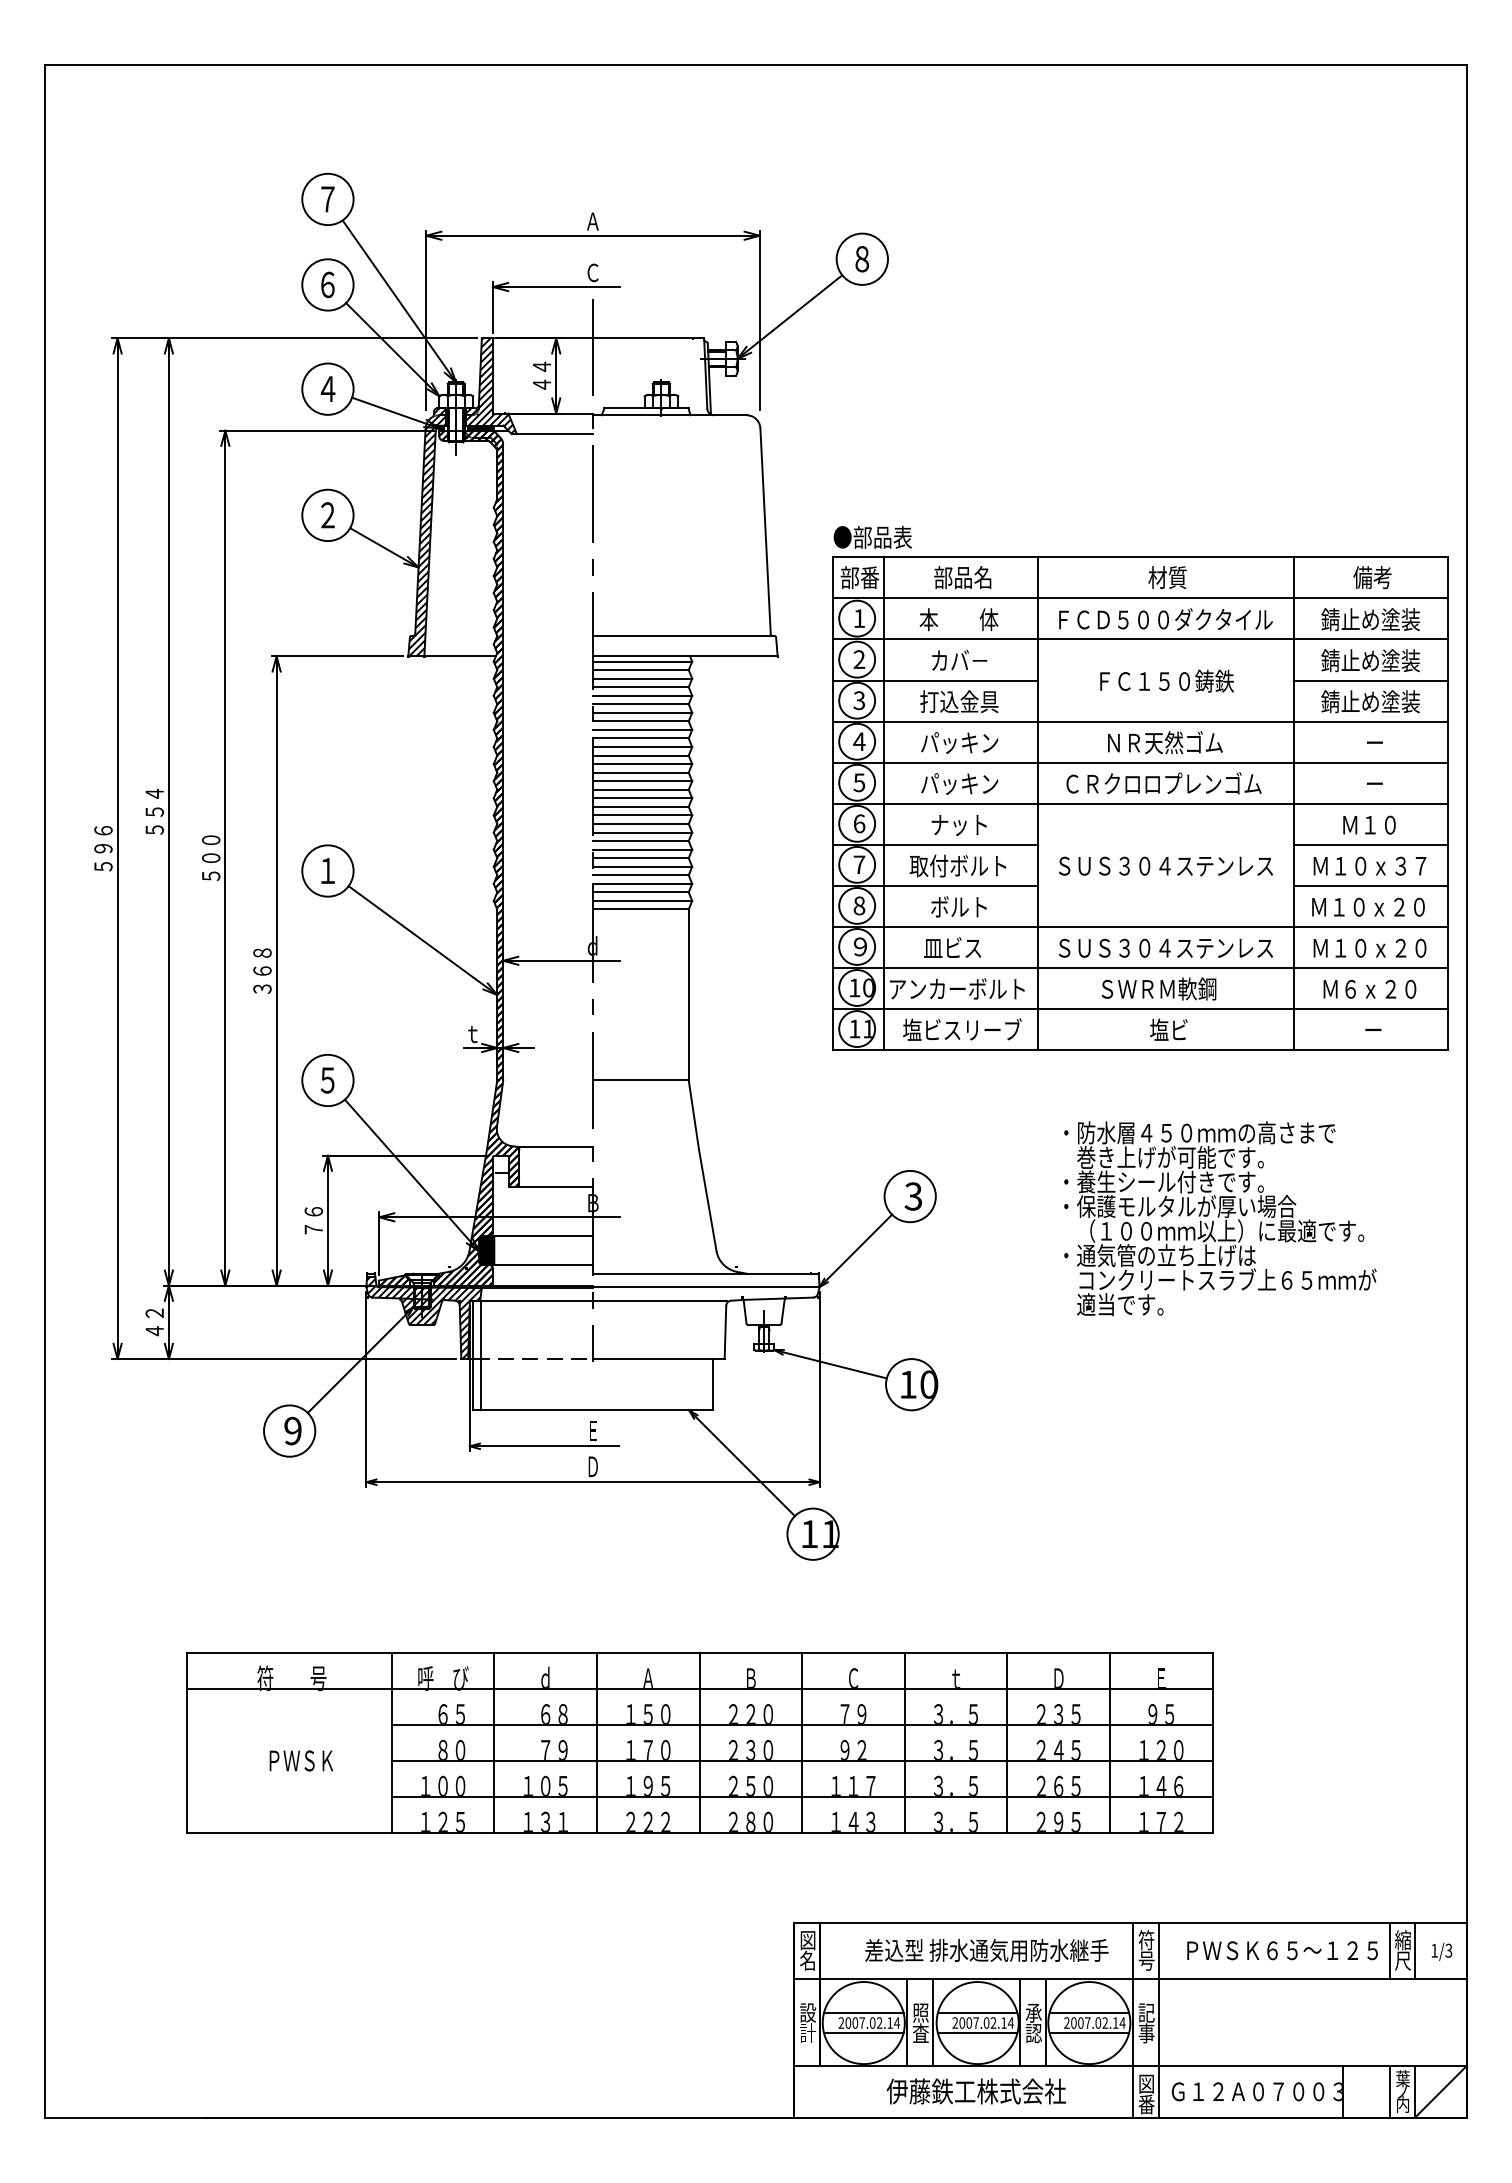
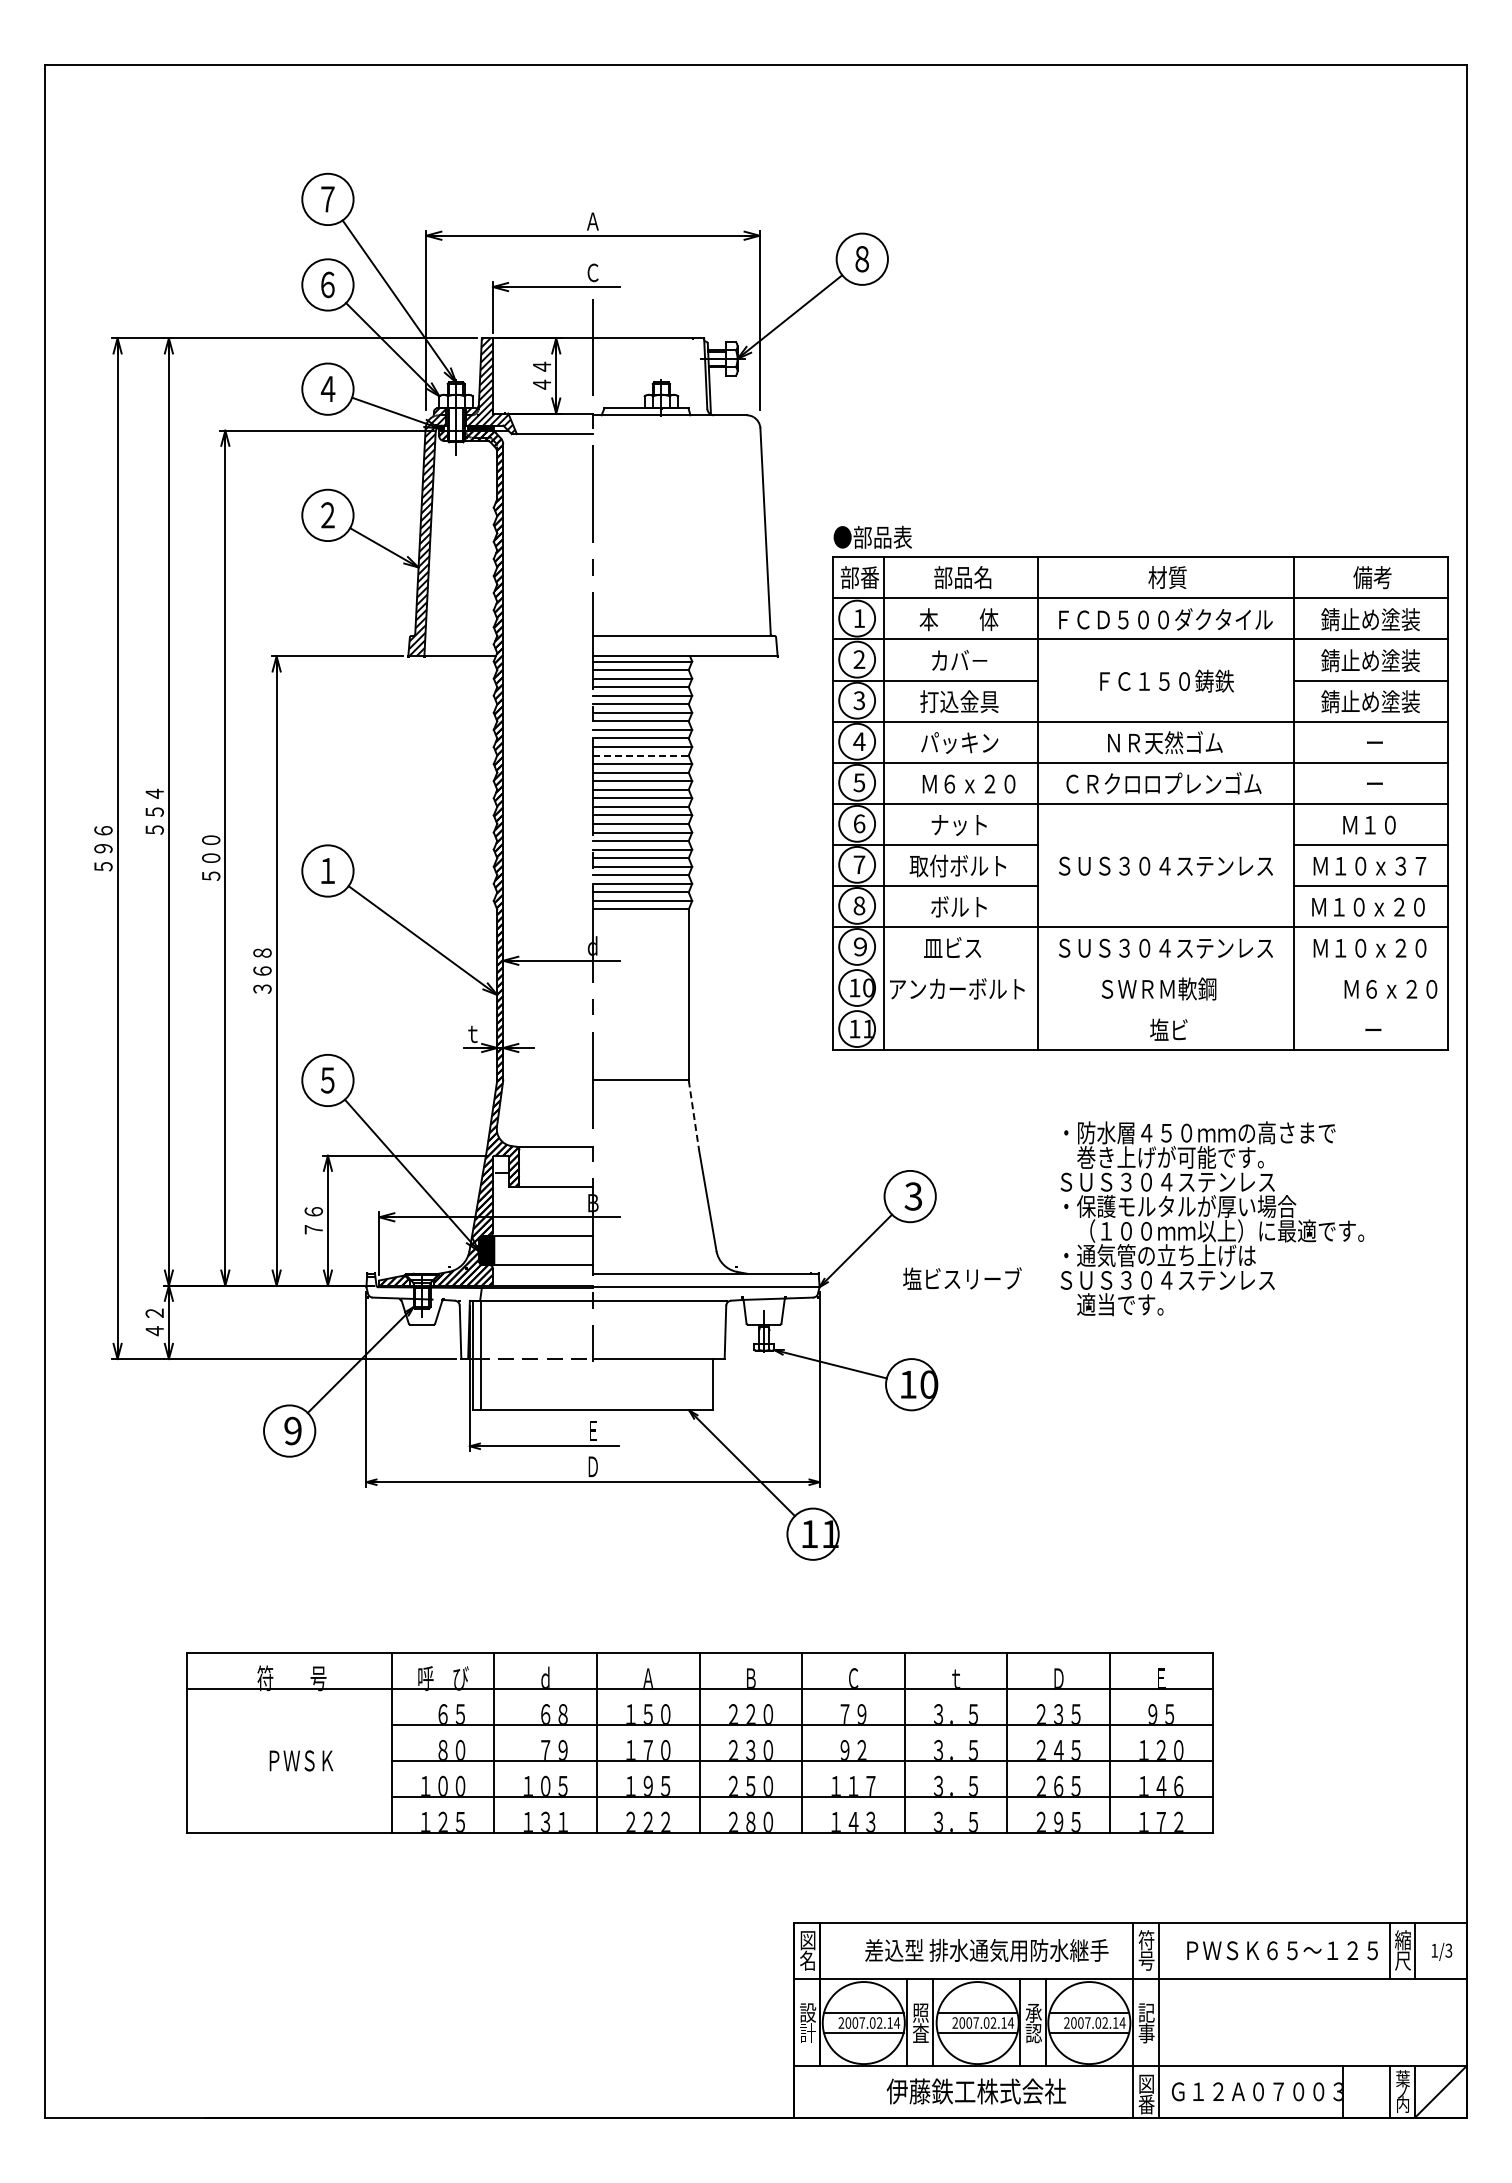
line at (640, 755): solid -> dashed
text at (968, 783): パッキン -> Ｍ６ｘ２０
line at (1140, 967): present -> none
text at (1369, 988) position: (1369, 988) -> (1390, 988)
line at (1140, 1008): present -> none
text at (962, 1029) position: (962, 1029) -> (962, 1278)
line at (693, 1115): solid -> dashed
text at (1167, 1181): ・養生シール付きです。 -> ＳＵＳ３０４ステンレス
text at (1218, 1279): コンクリートスラブ上６５ｍｍが -> ＳＵＳ３０４ステンレス
hatch at (423, 1317): present -> none
